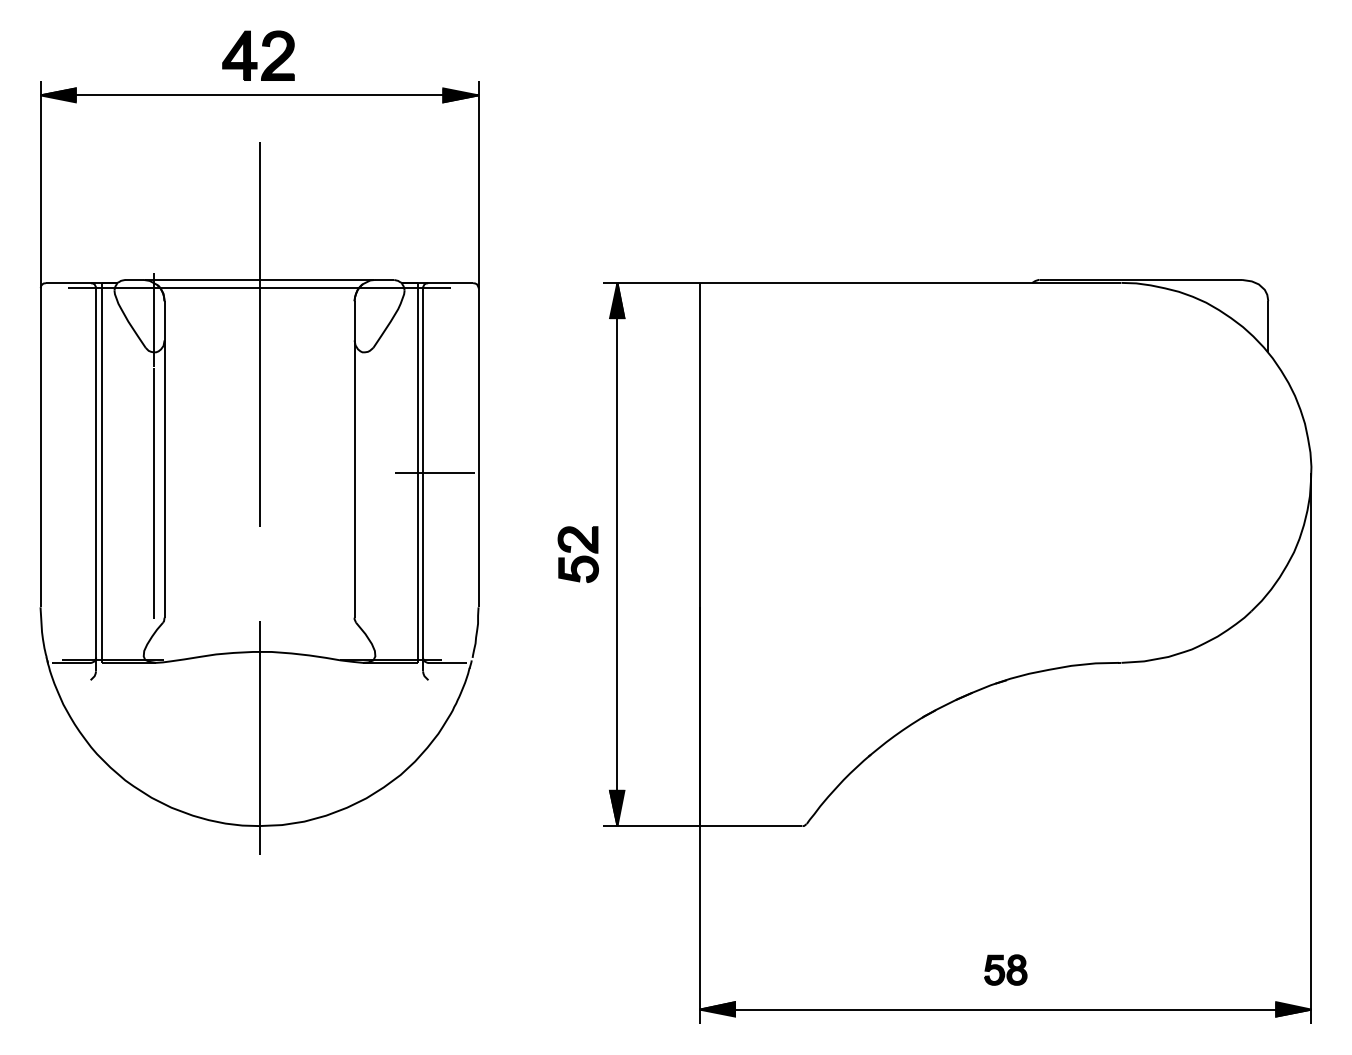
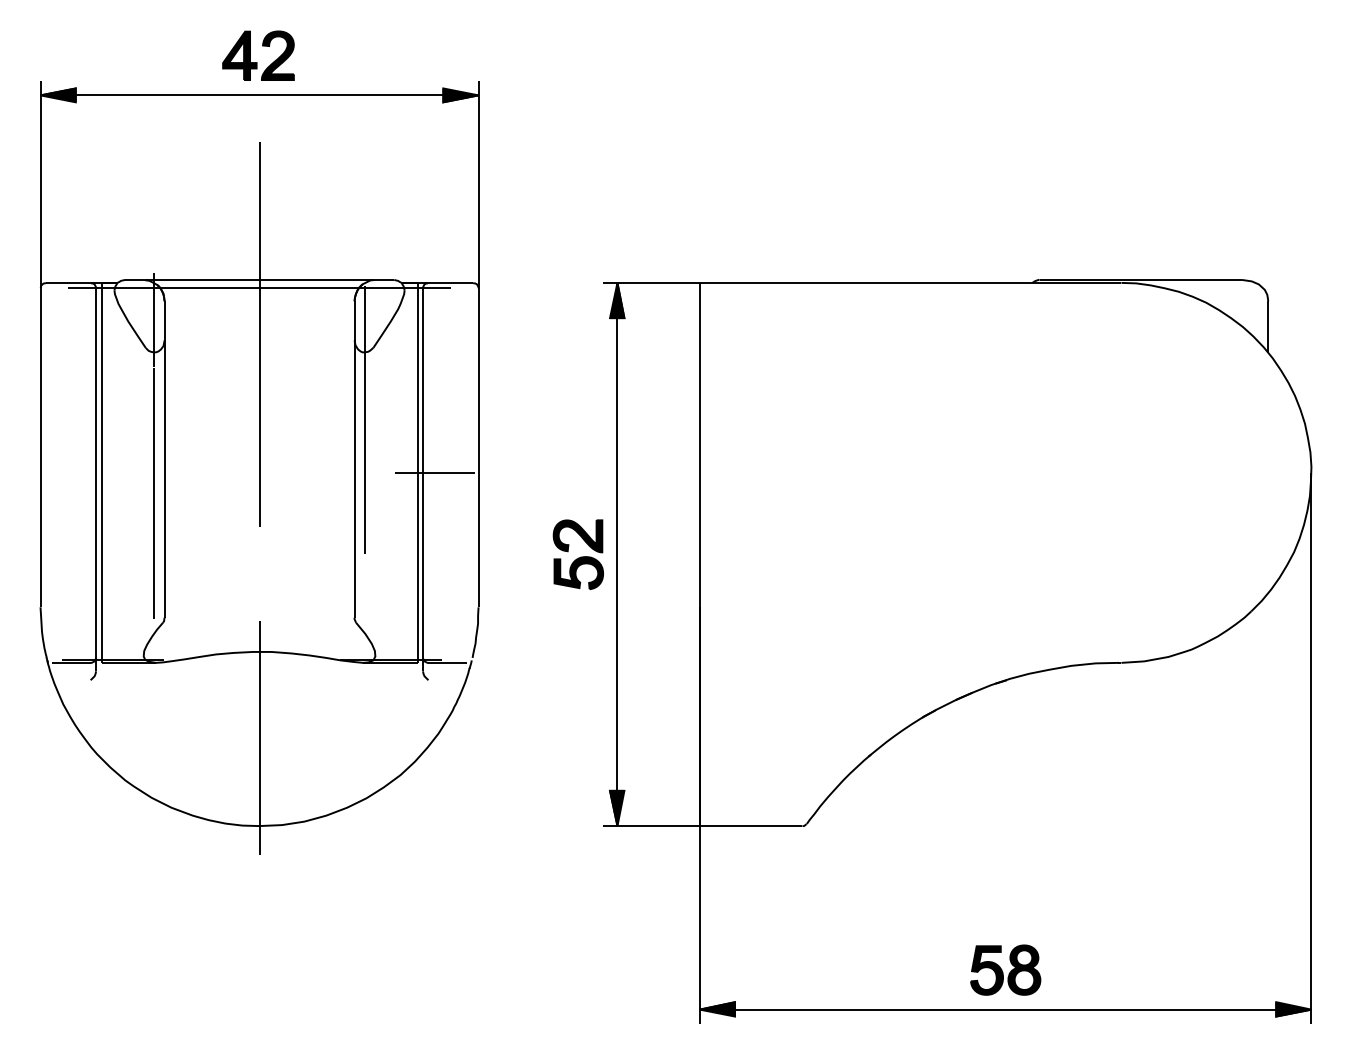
line at (365, 419): none -> present
part at (577, 554) size: 42x57 px -> 52x71 px
part at (1005, 969) size: 44x32 px -> 72x52 px
